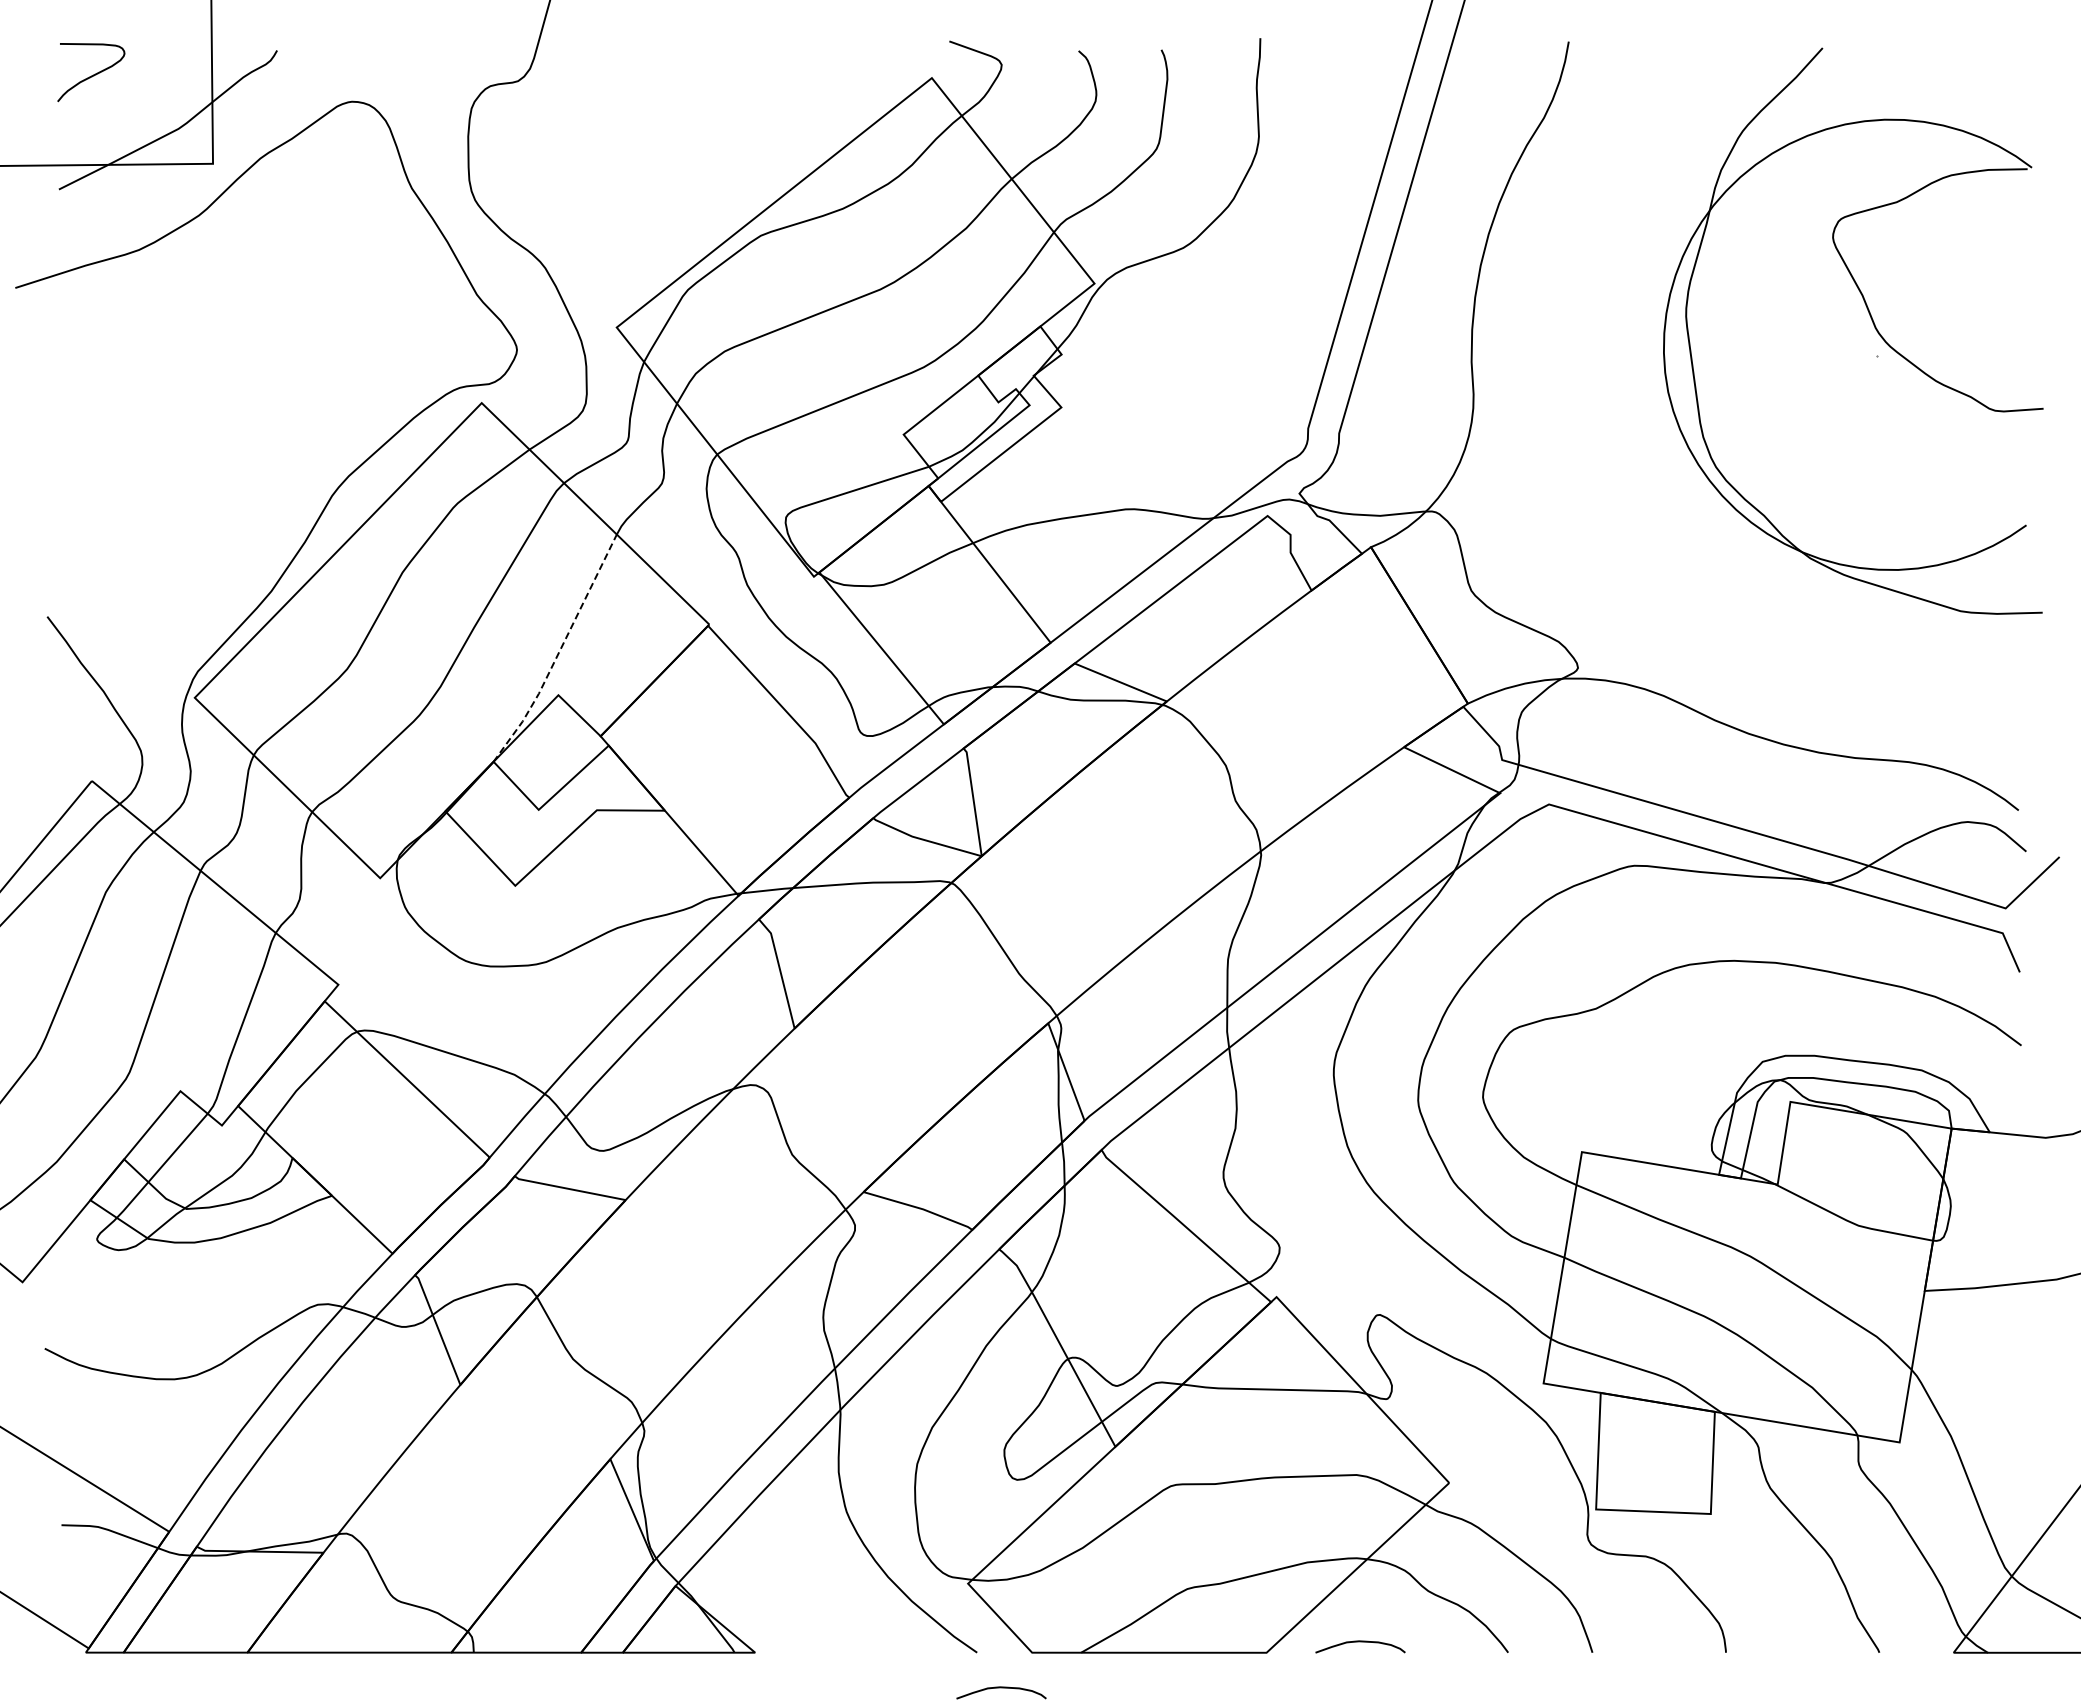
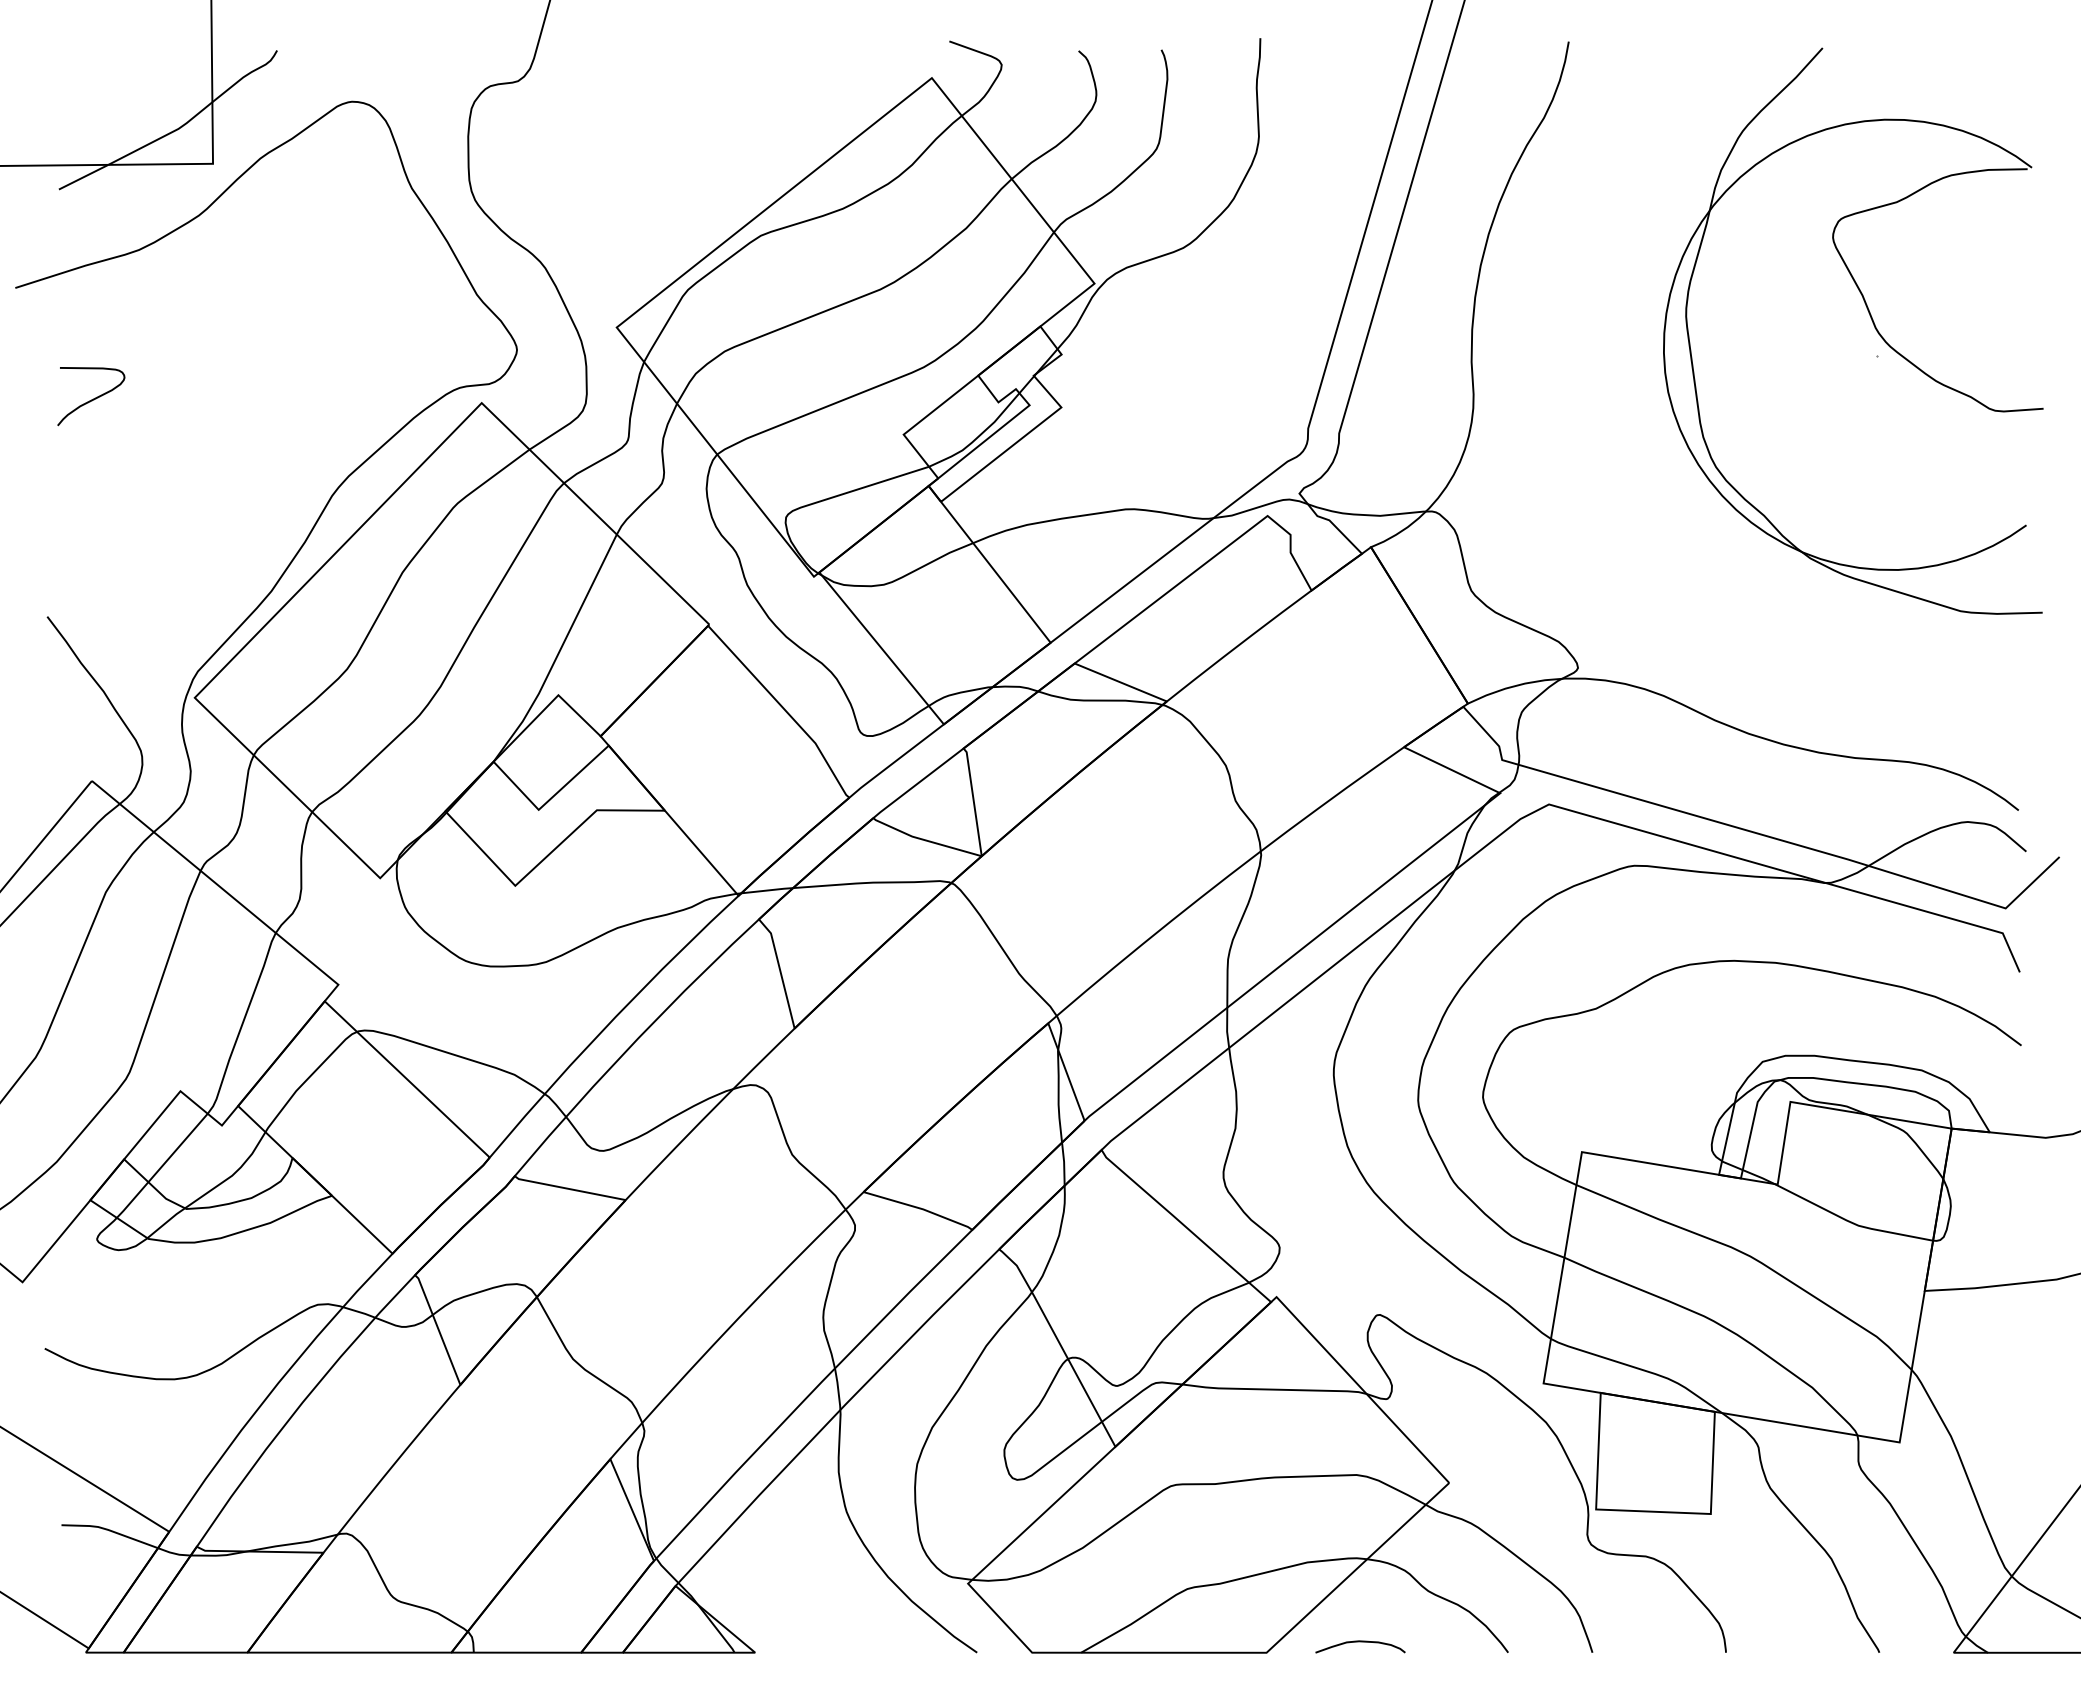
curve at (93, 74) position: (93, 74) -> (93, 398)
line at (559, 651): dashed -> solid
curve at (1001, 1688): present -> none
